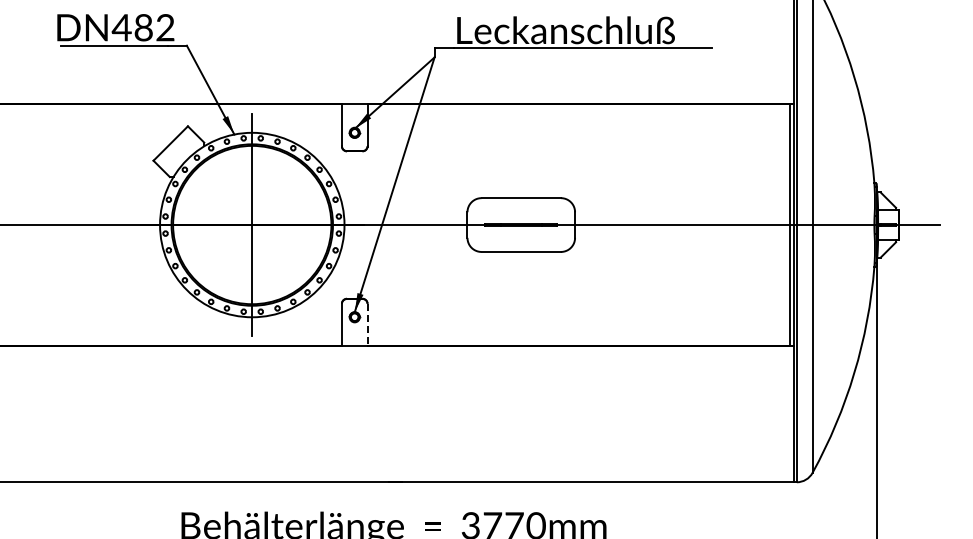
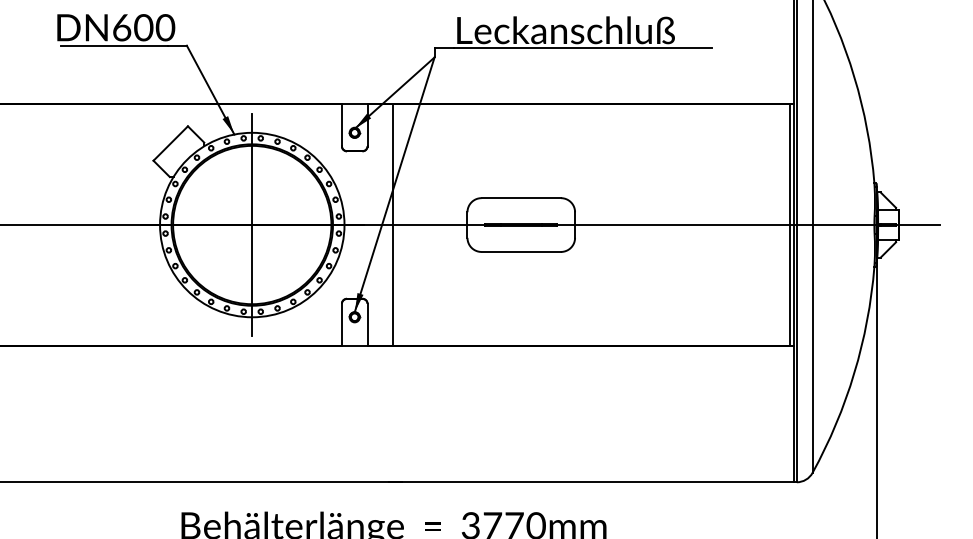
text at (143, 27): DN482 -> DN600
line at (393, 225): none -> present
line at (367, 325): dashed -> solid
